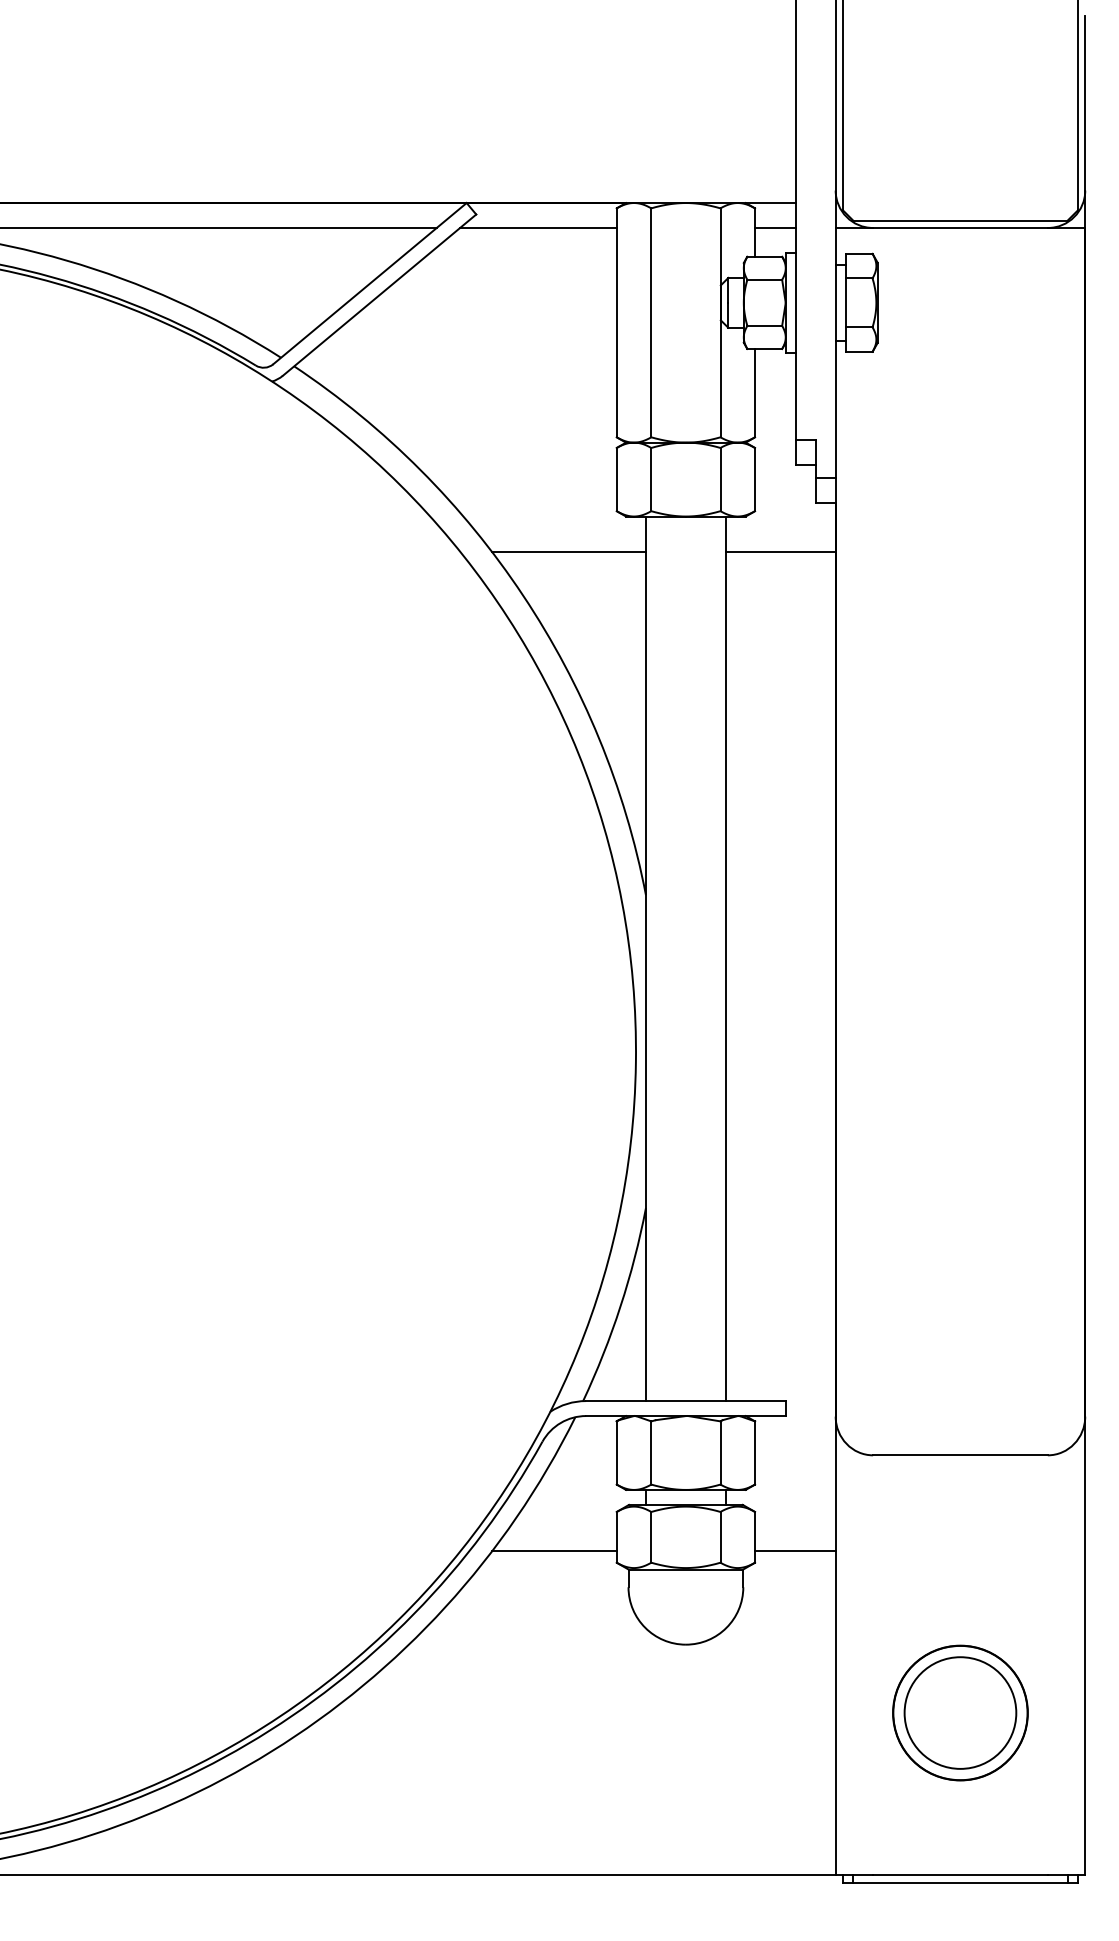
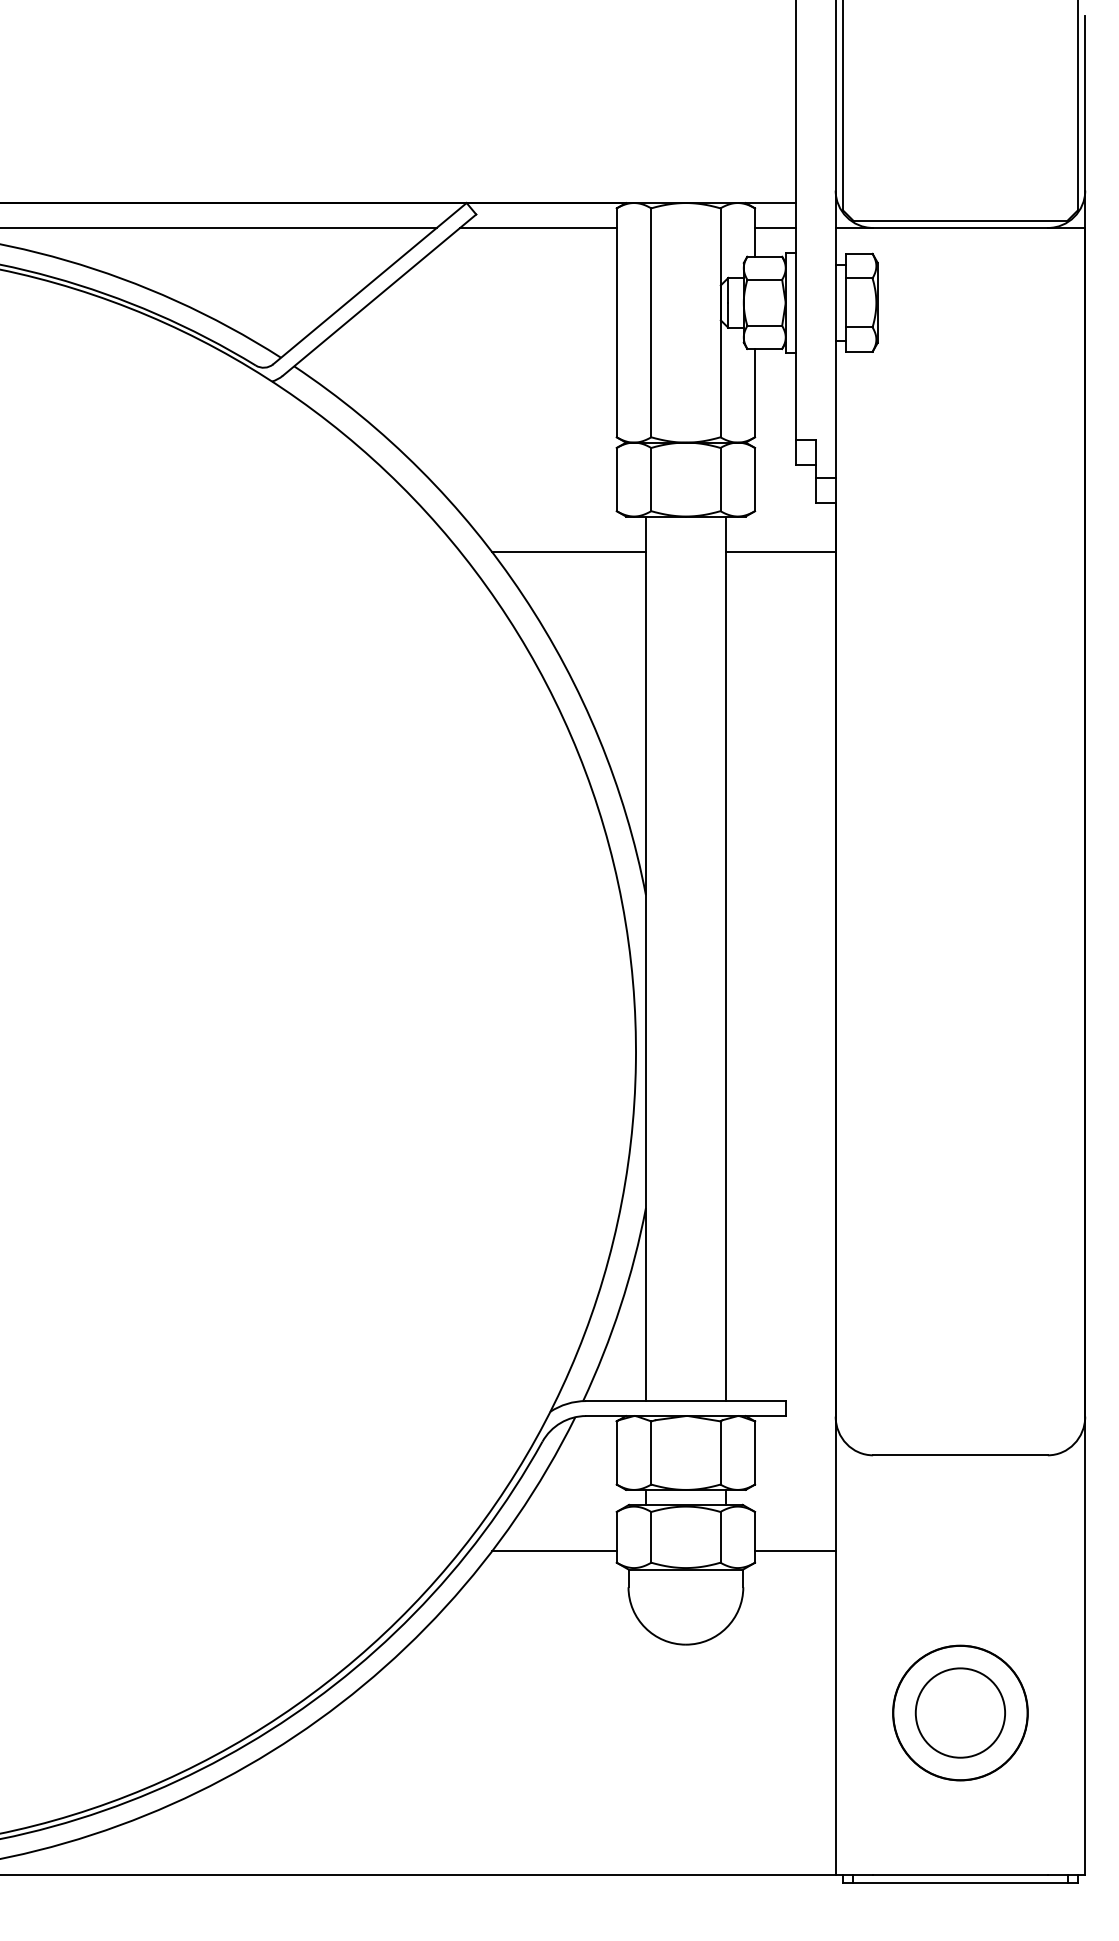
circle at (960, 1712) diameter: 112 px -> 89 px
